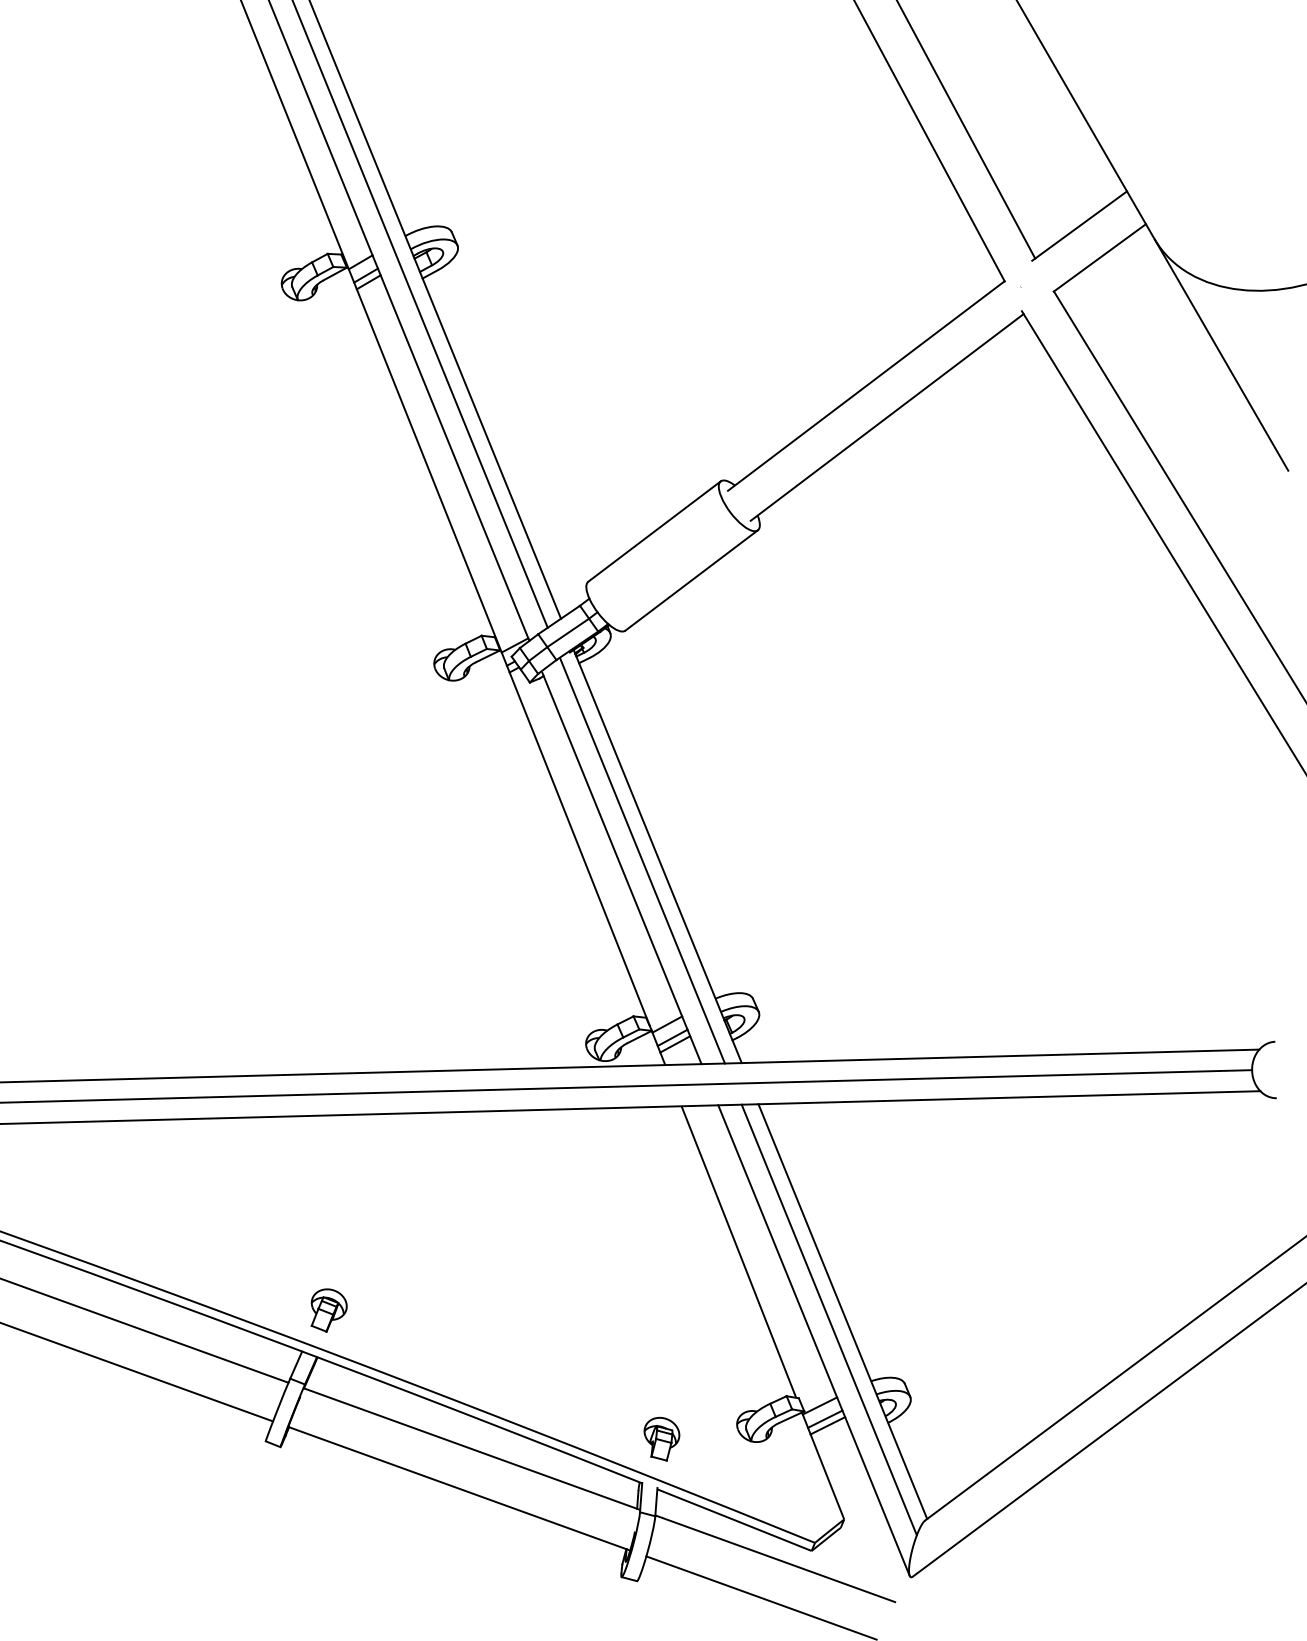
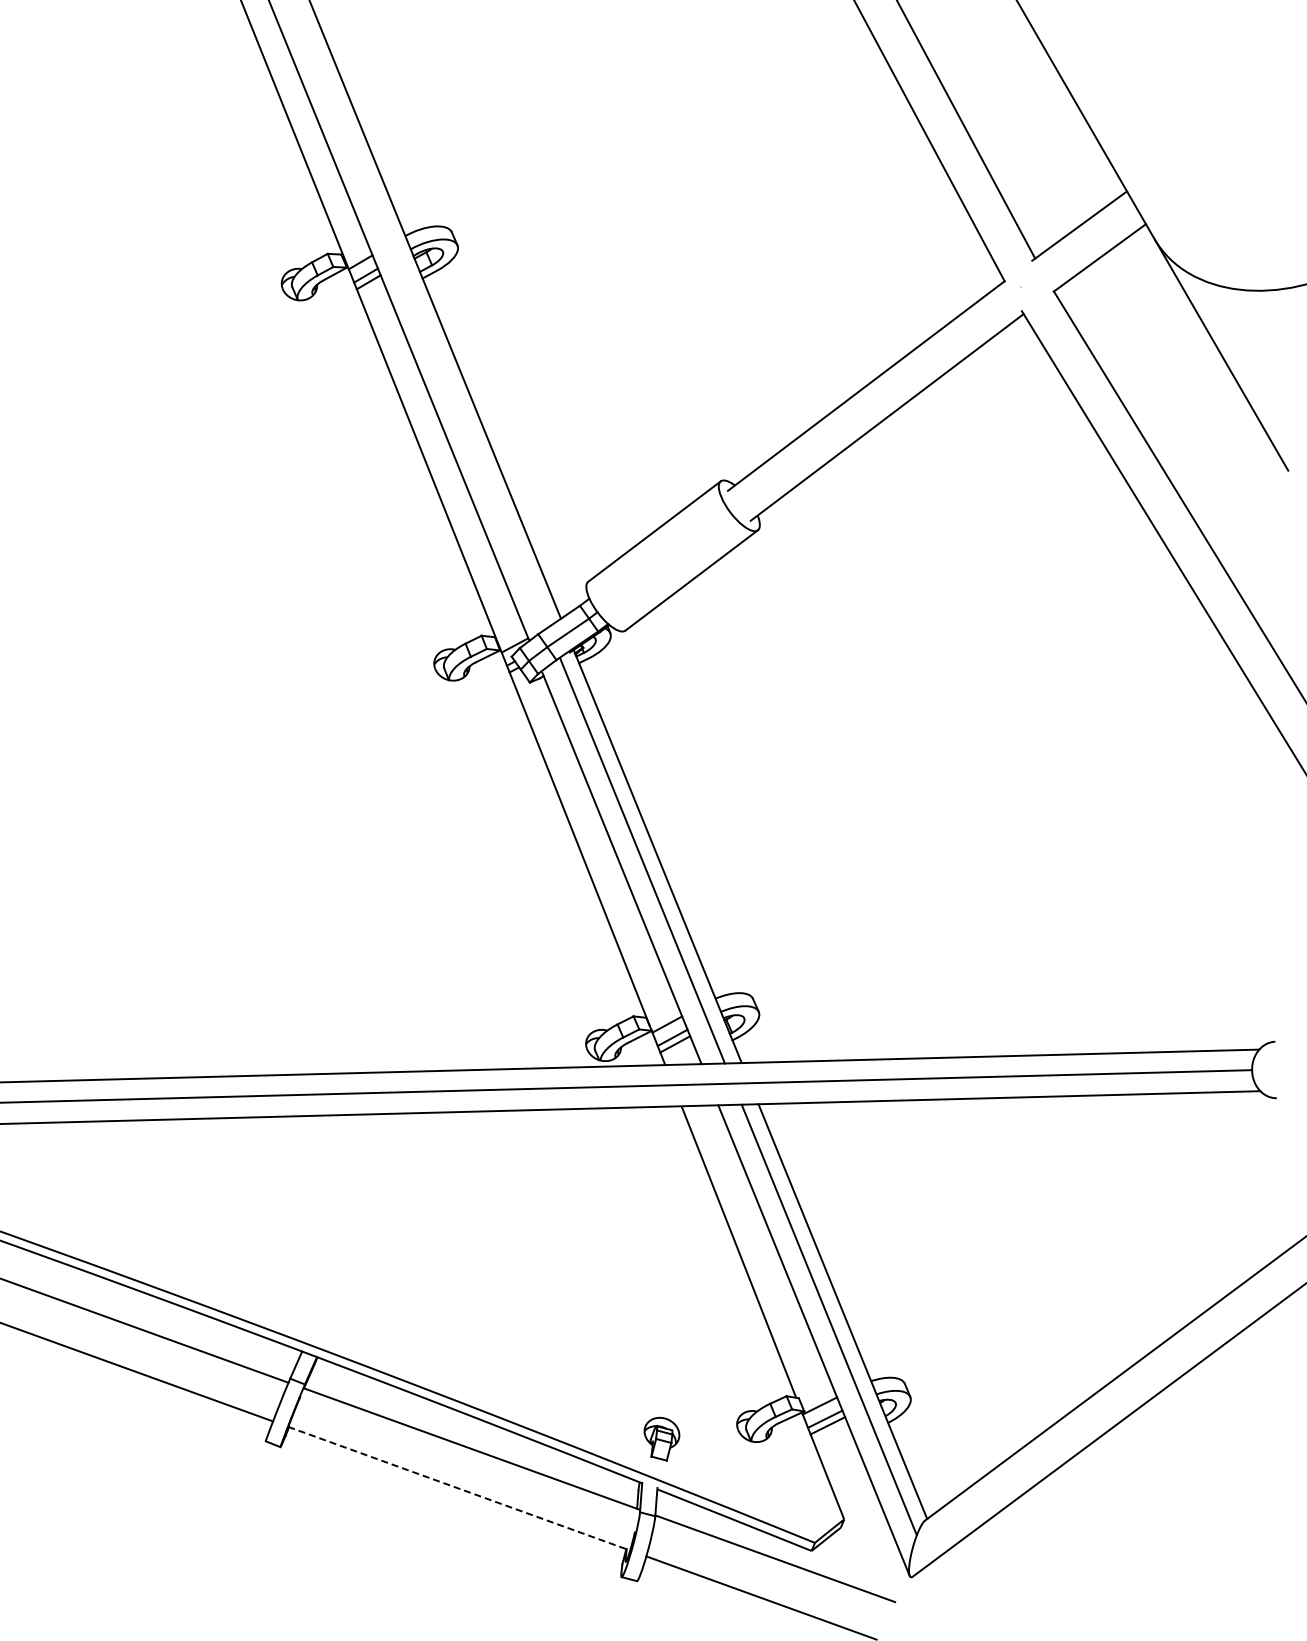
line at (420, 314): present -> none
part at (328, 1310): present -> none
line at (459, 1488): solid -> dashed
